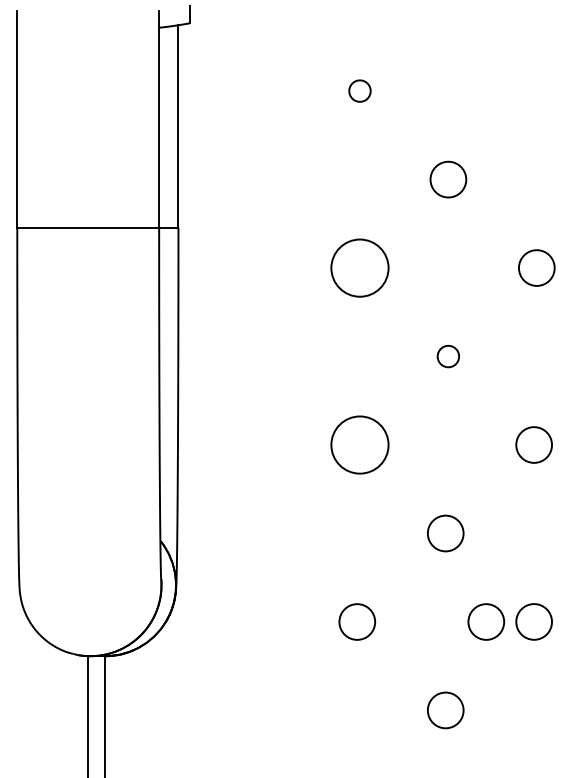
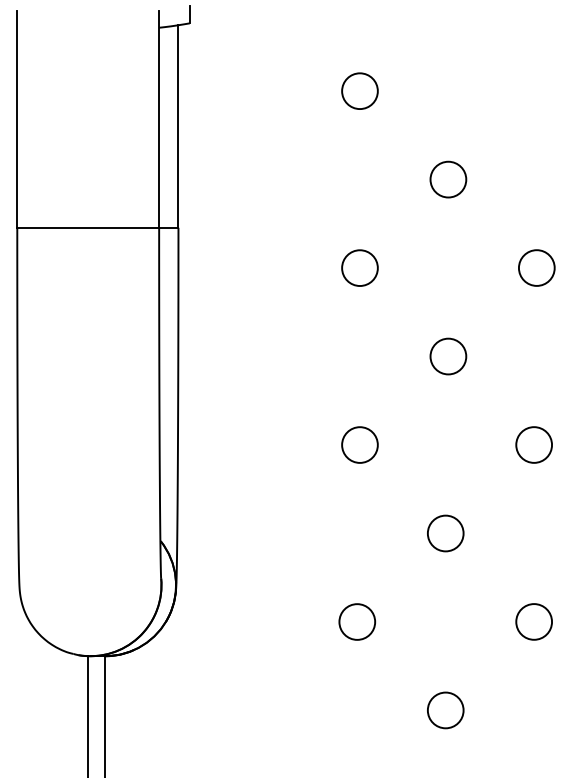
circle at (359, 90) size: 24x24 px -> 38x38 px
circle at (359, 267) diameter: 57 px -> 36 px
circle at (448, 356) diameter: 21 px -> 36 px
circle at (359, 444) diameter: 57 px -> 36 px
circle at (486, 621): present -> none
